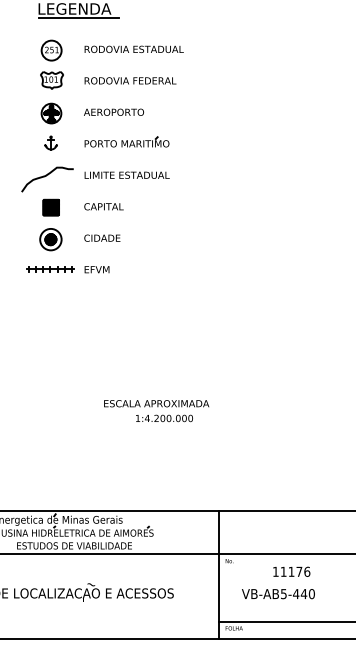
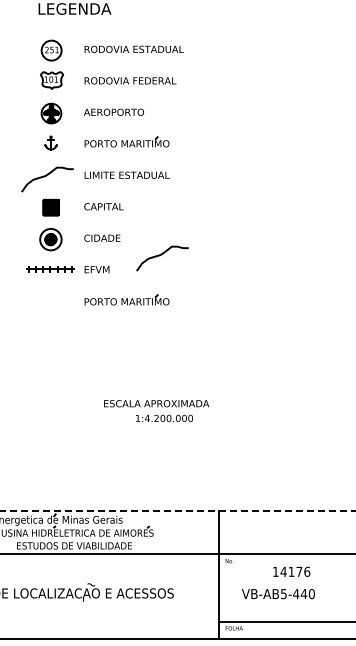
line at (78, 17): present -> none
curve at (161, 255): none -> present
part at (126, 299): none -> present
line at (178, 510): solid -> dashed
text at (283, 571): 11176 -> 14176
